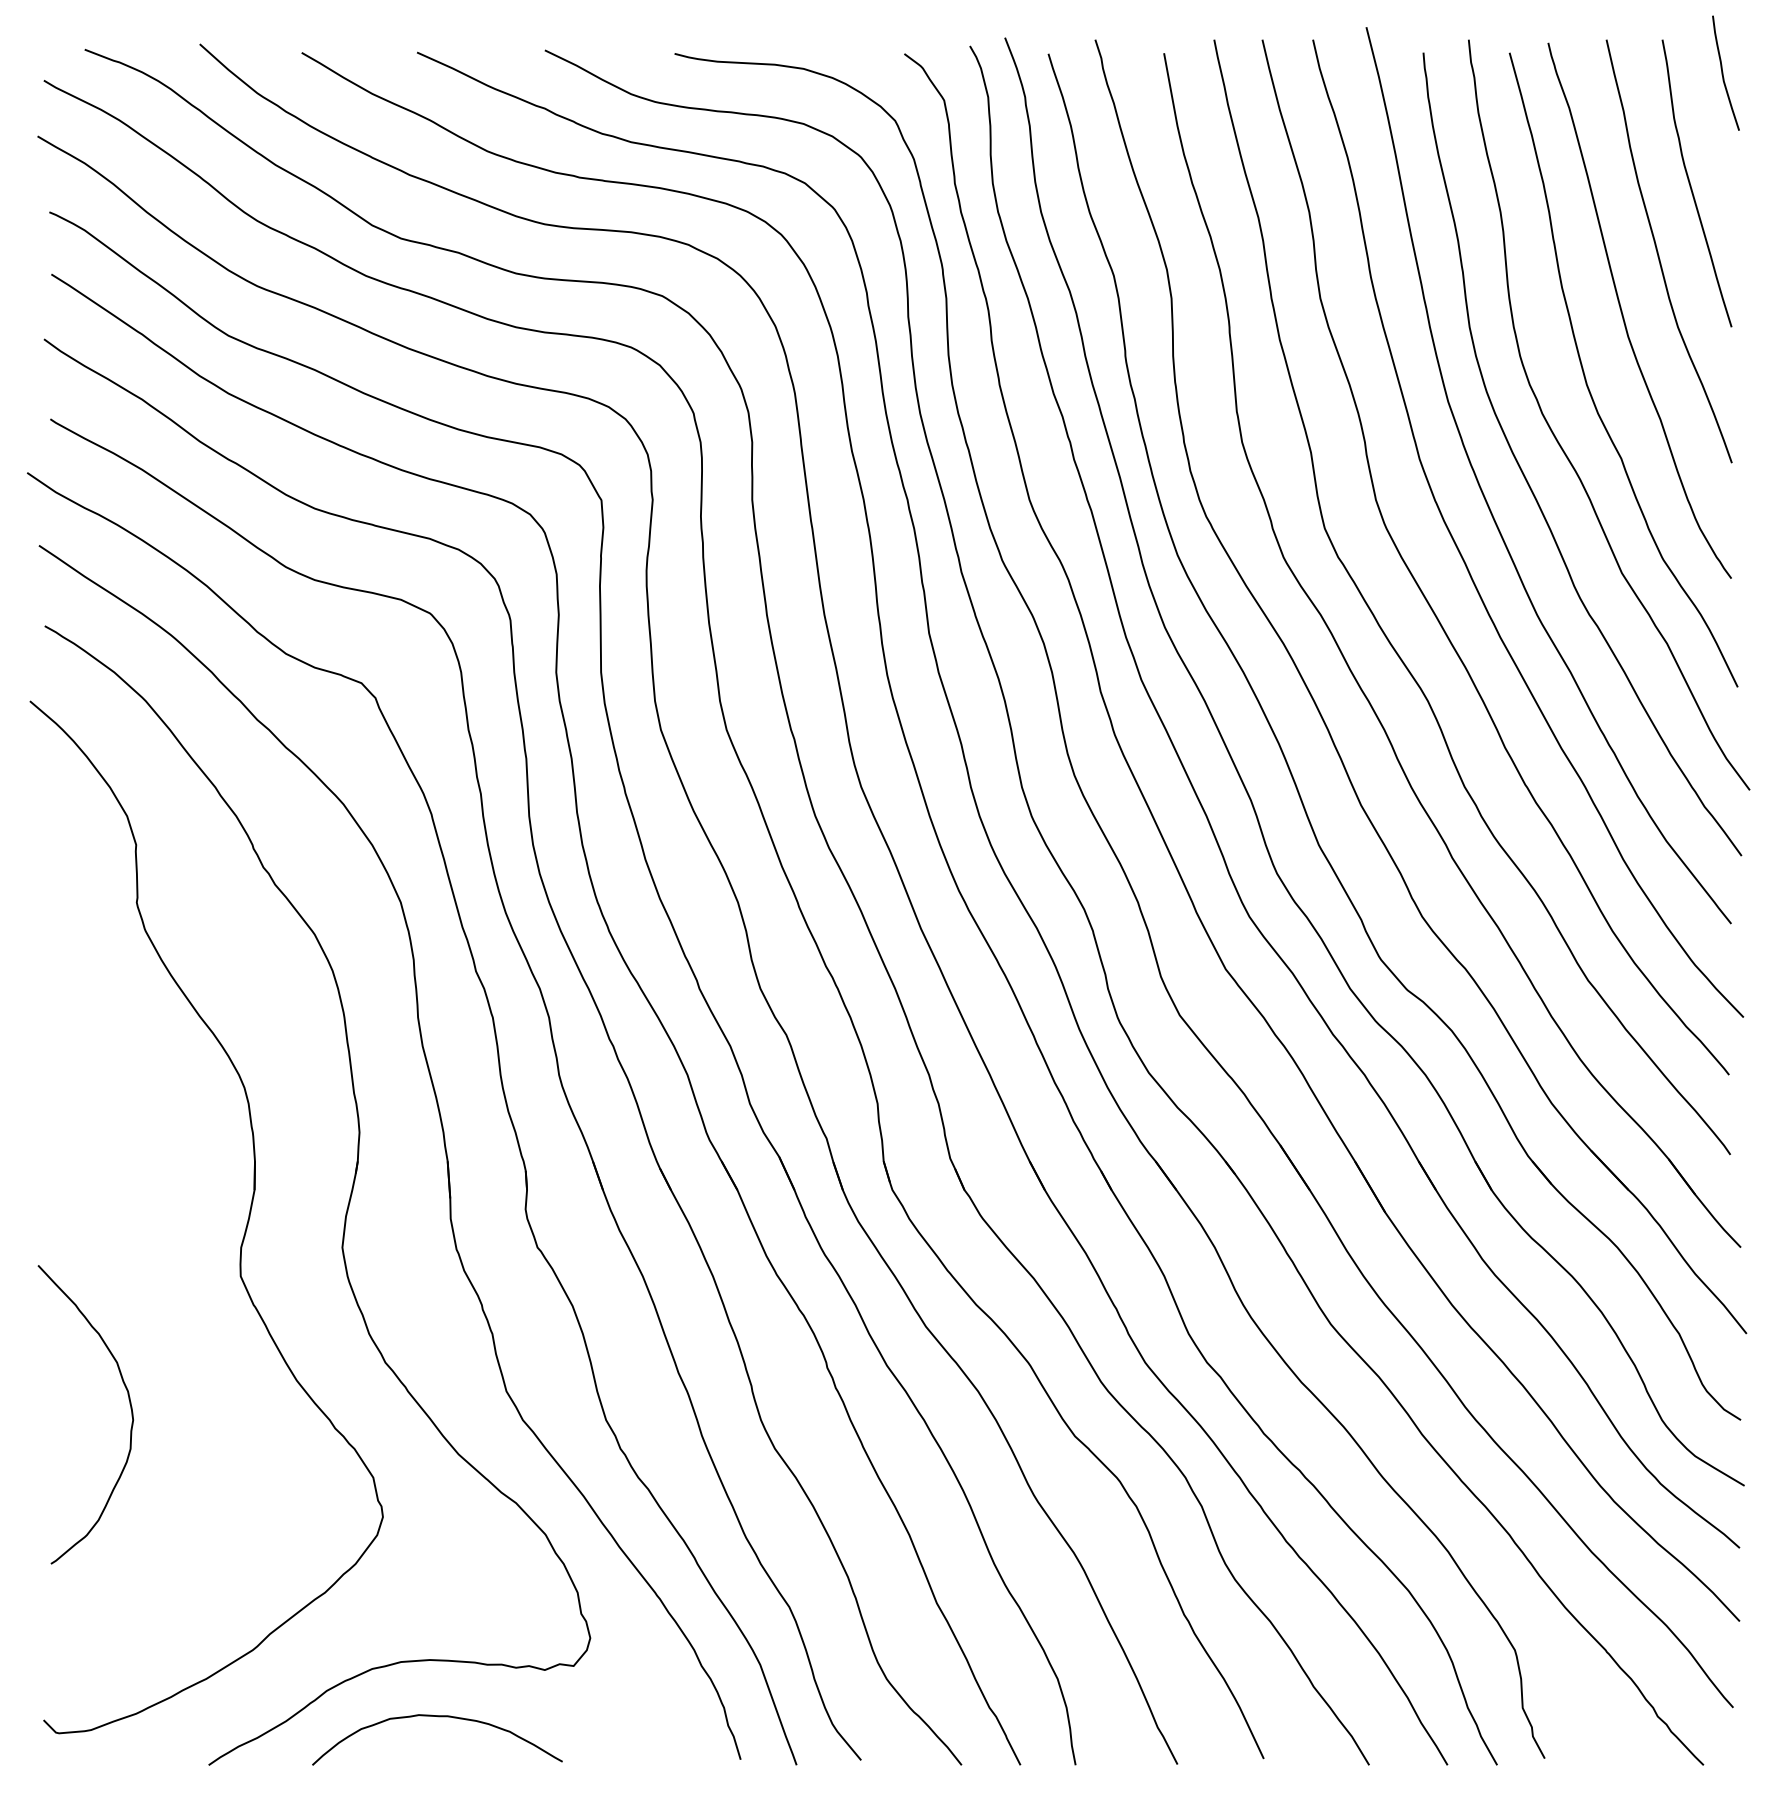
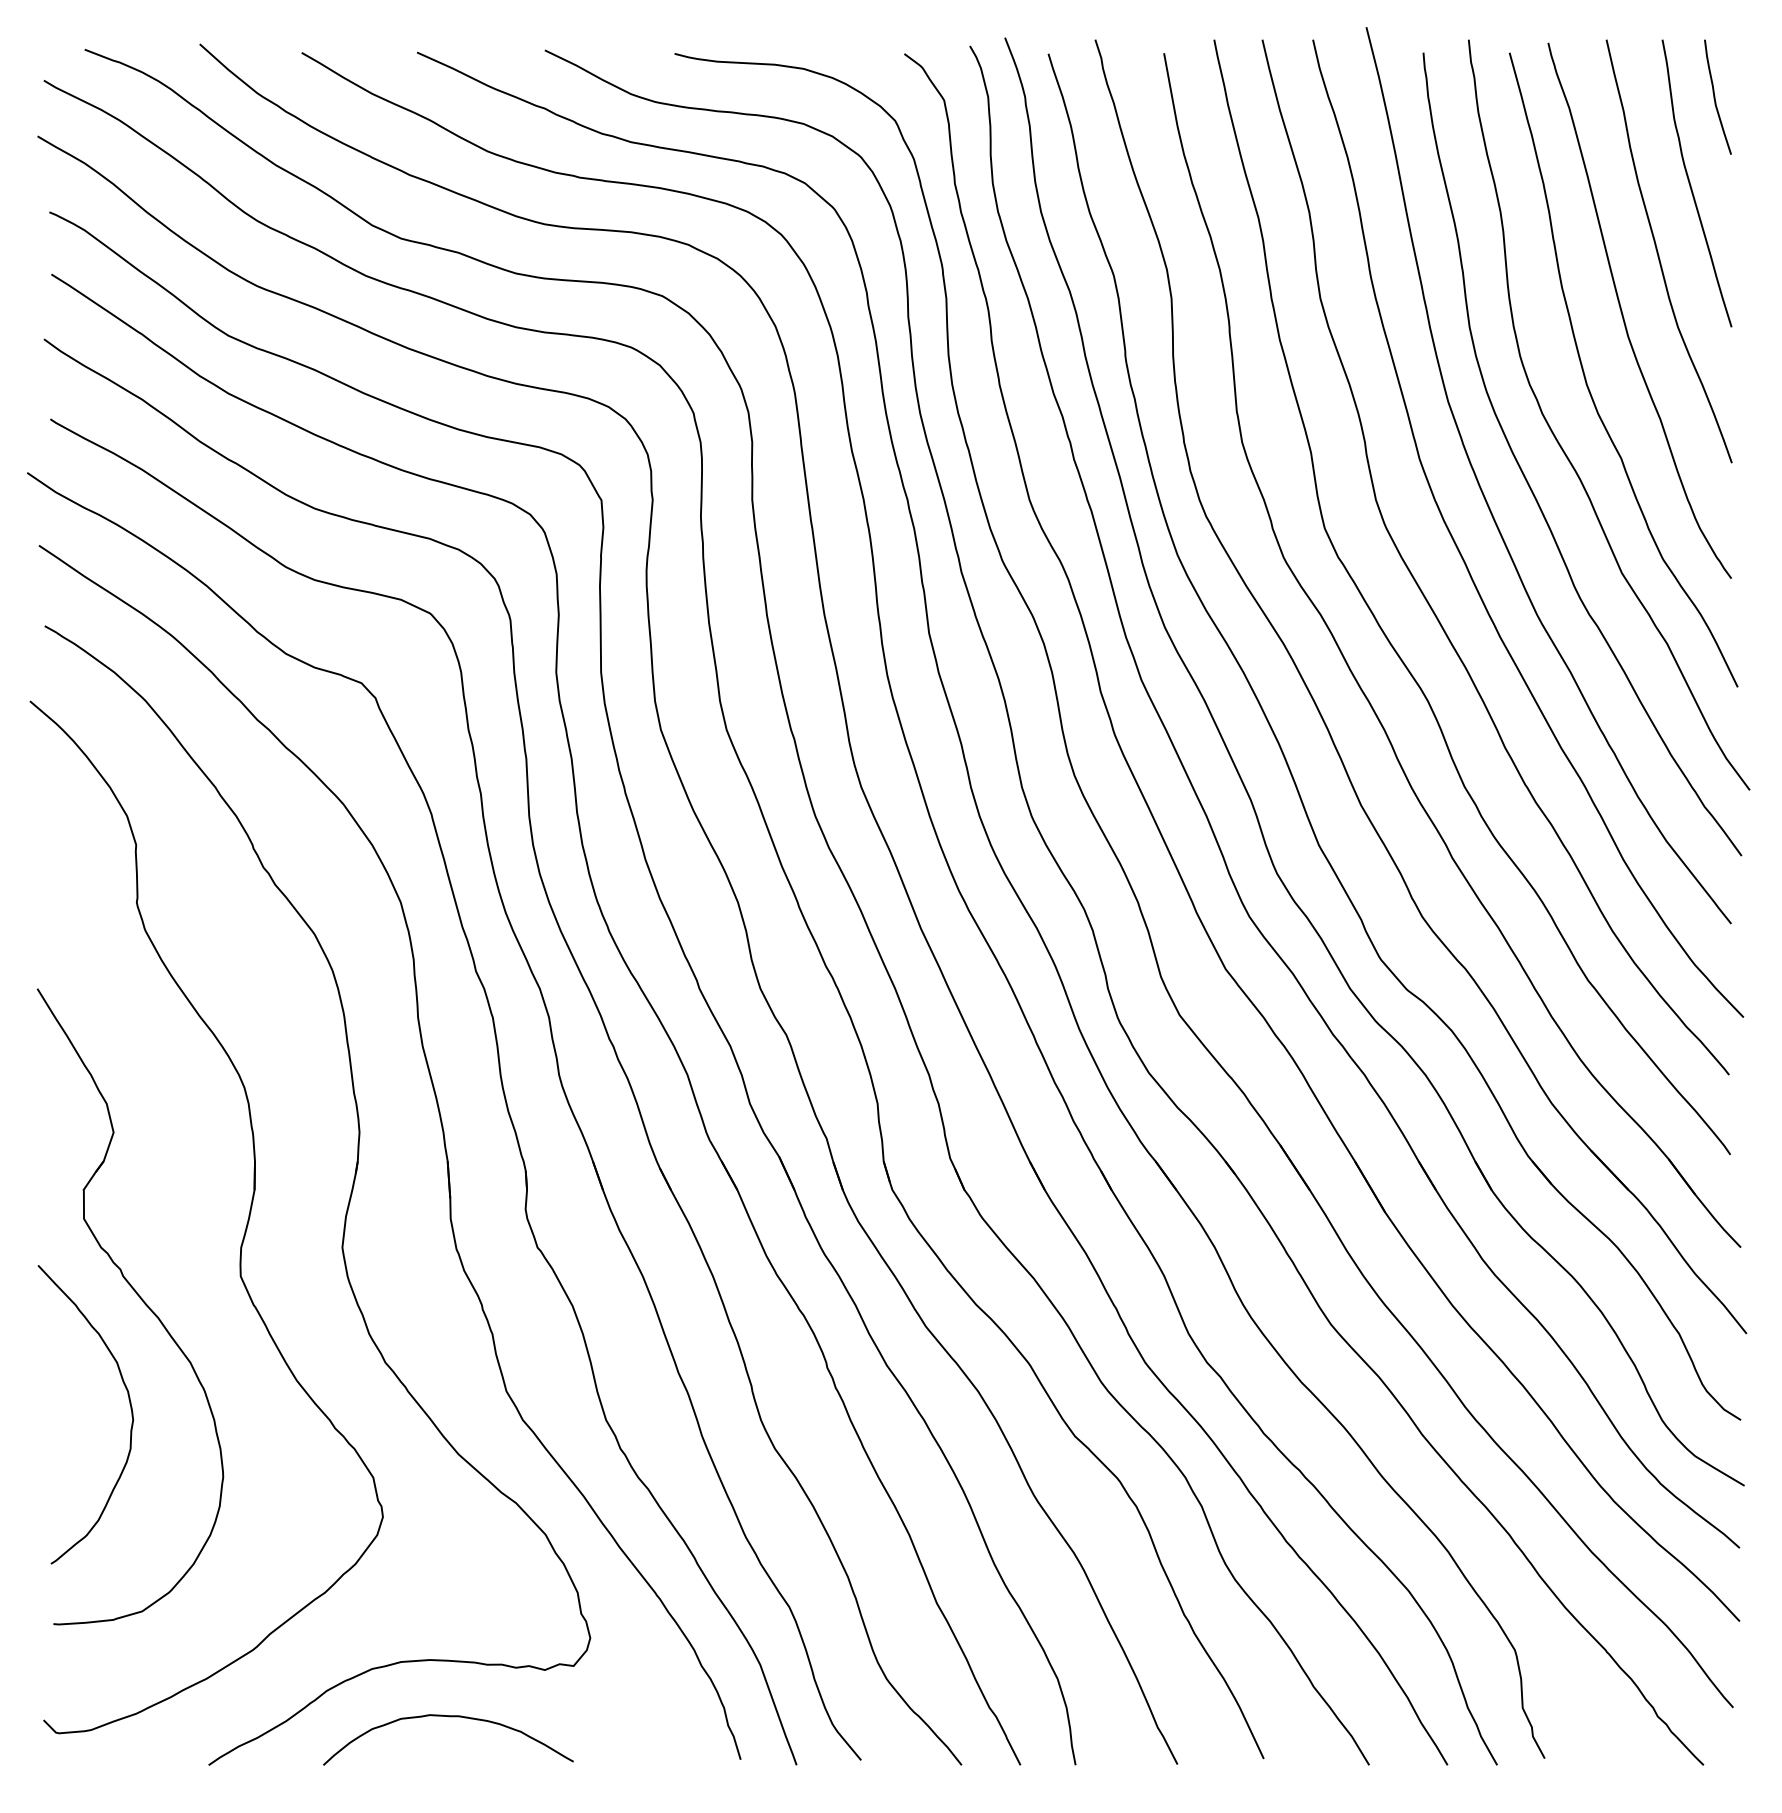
curve at (1723, 72) position: (1723, 72) -> (1715, 96)
part at (140, 1299): none -> present
curve at (438, 1717) position: (438, 1717) -> (449, 1717)
